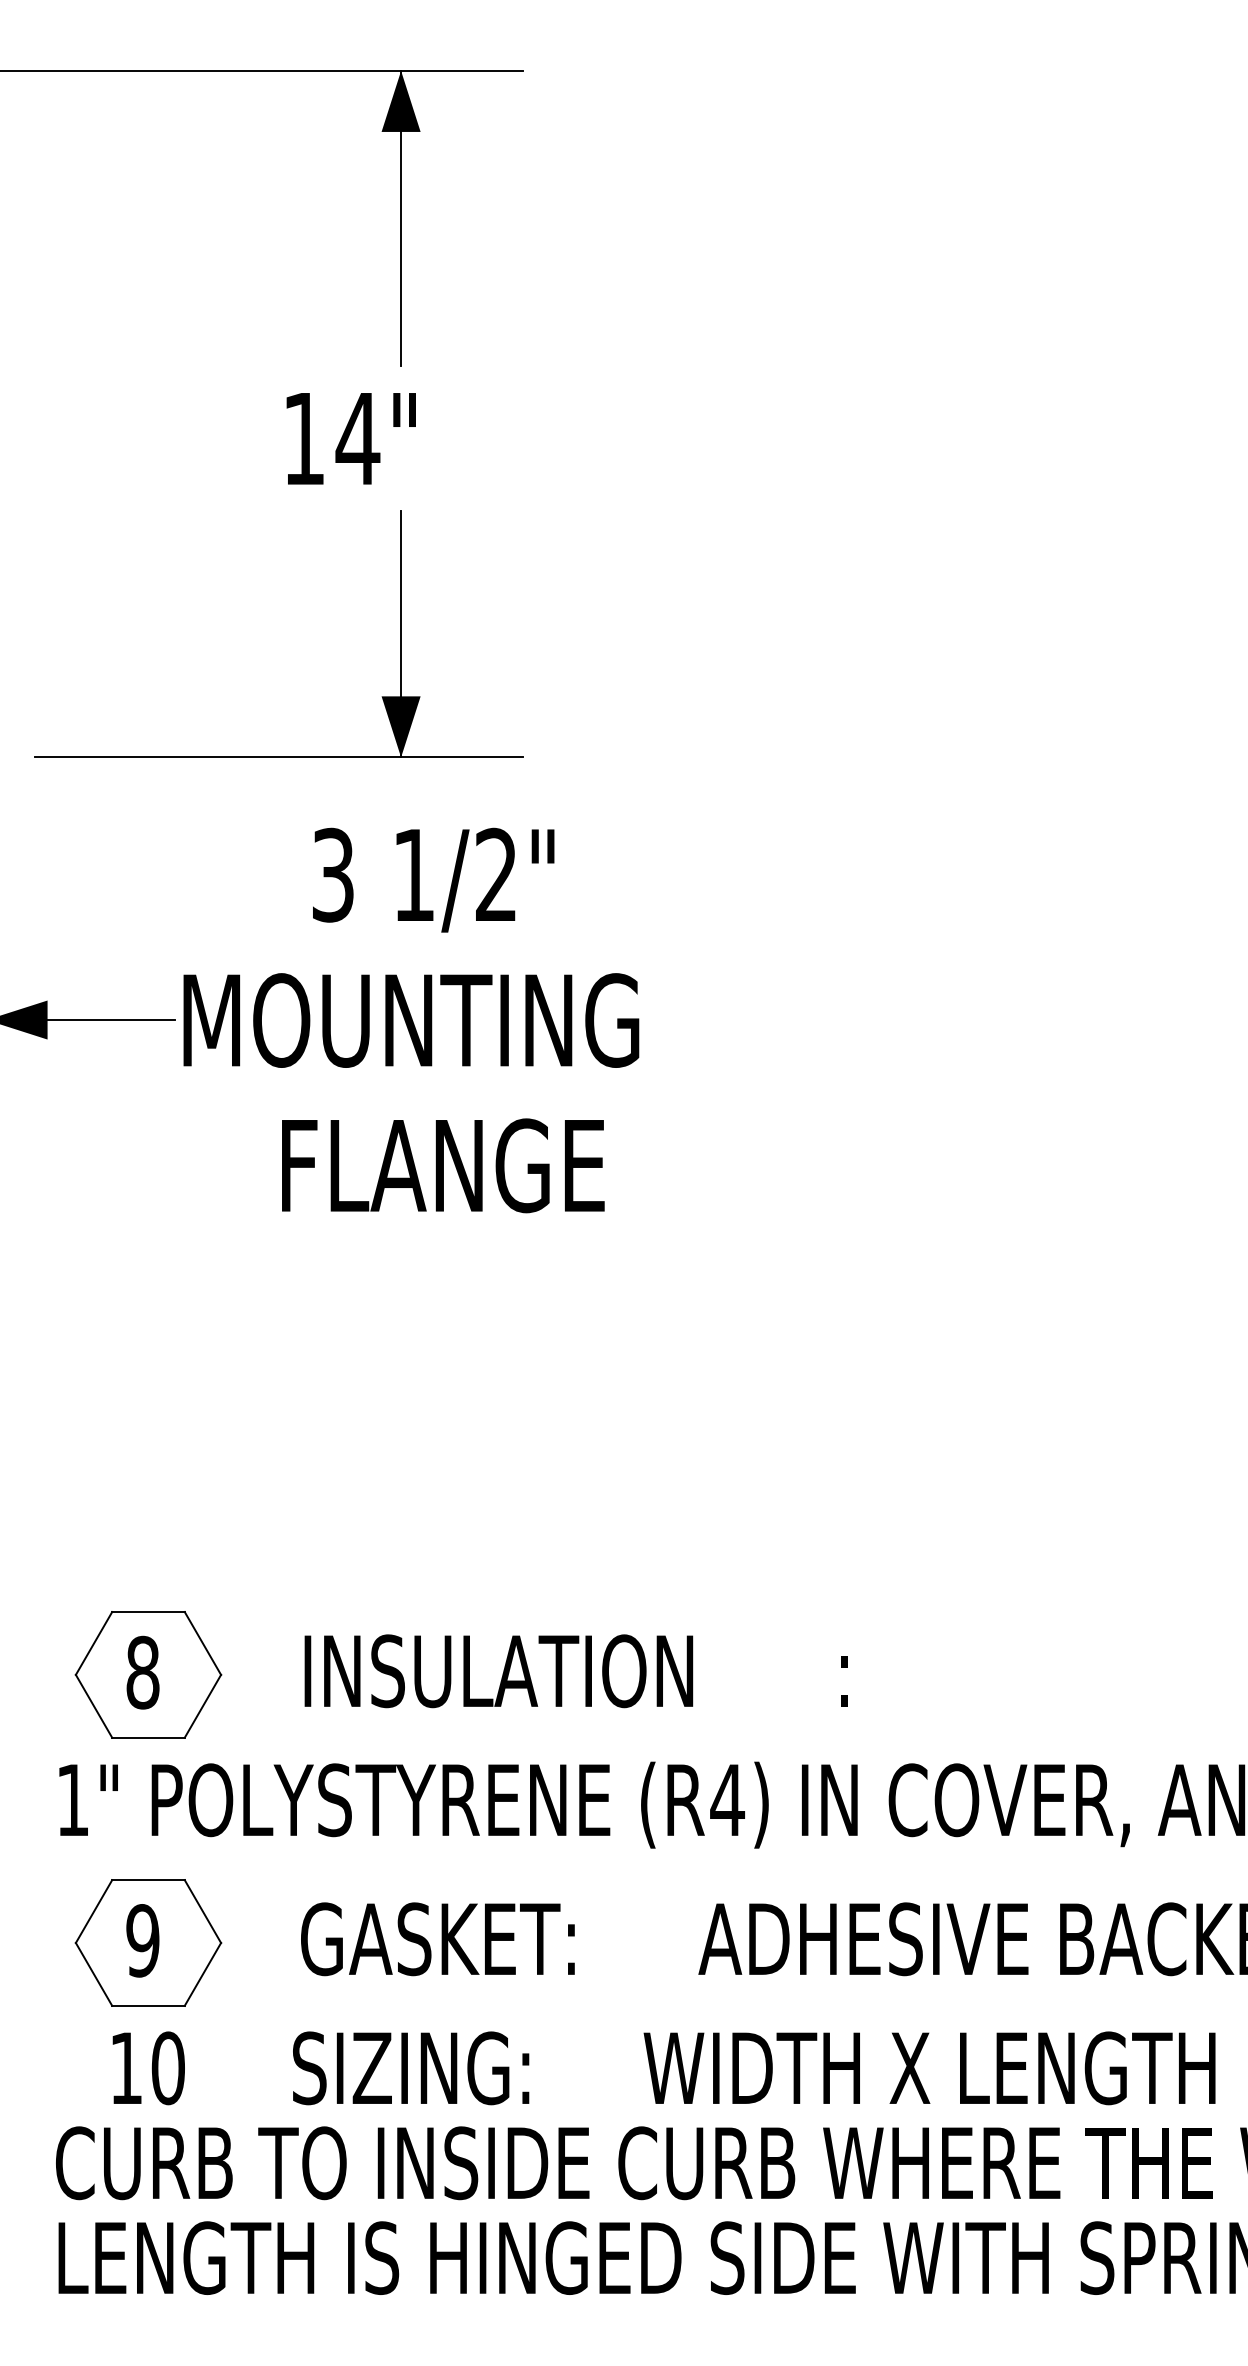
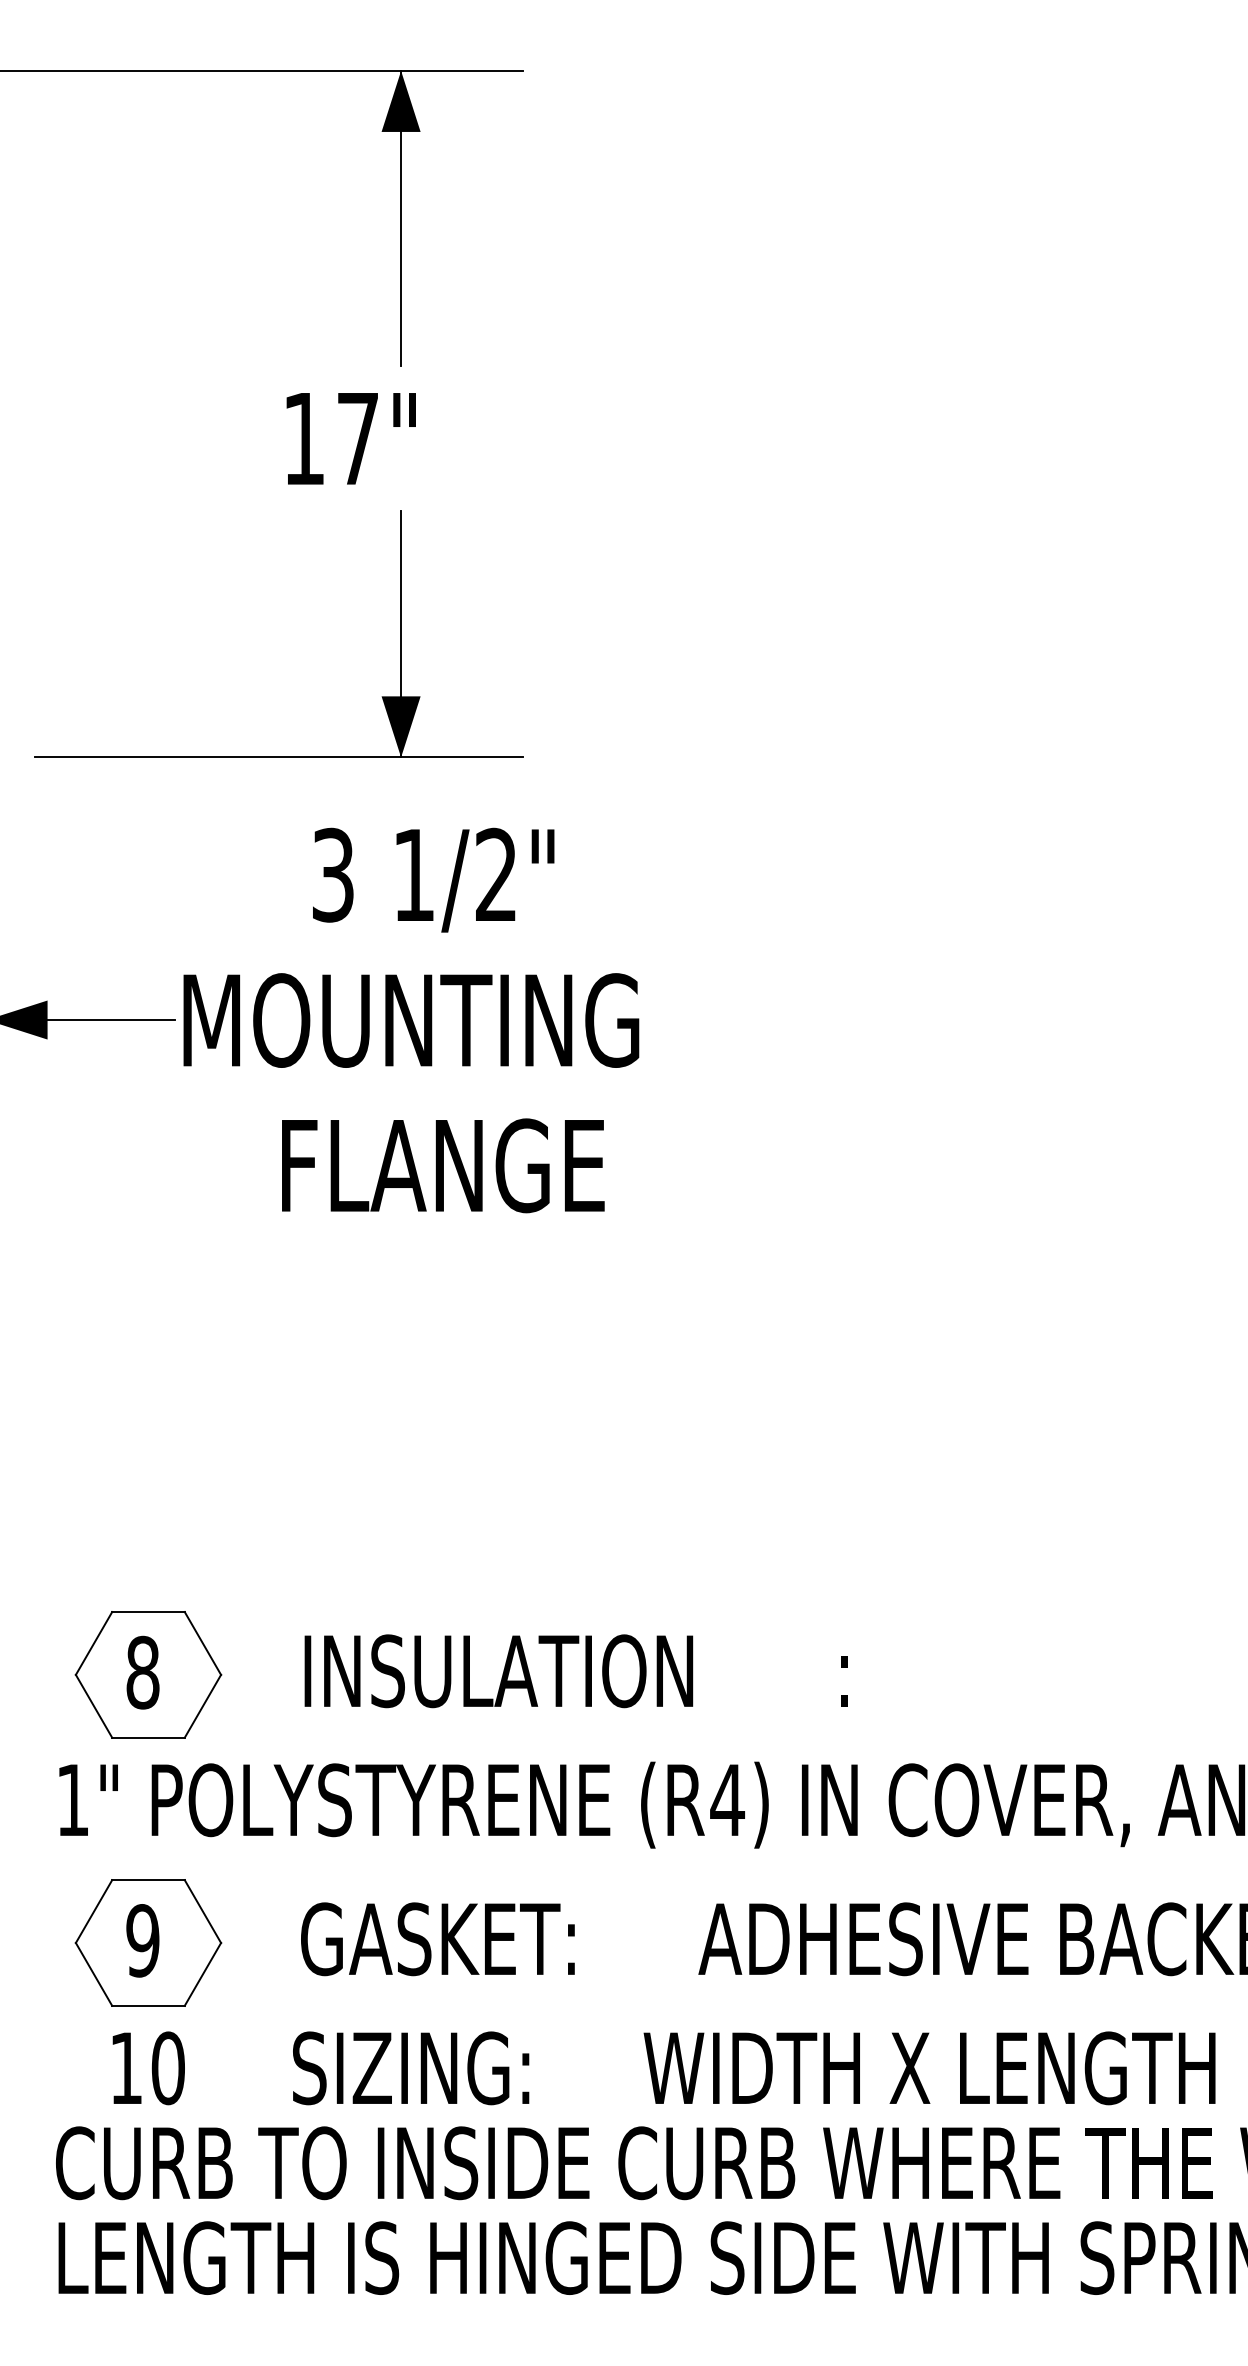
text at (357, 438): 14" -> 17"
